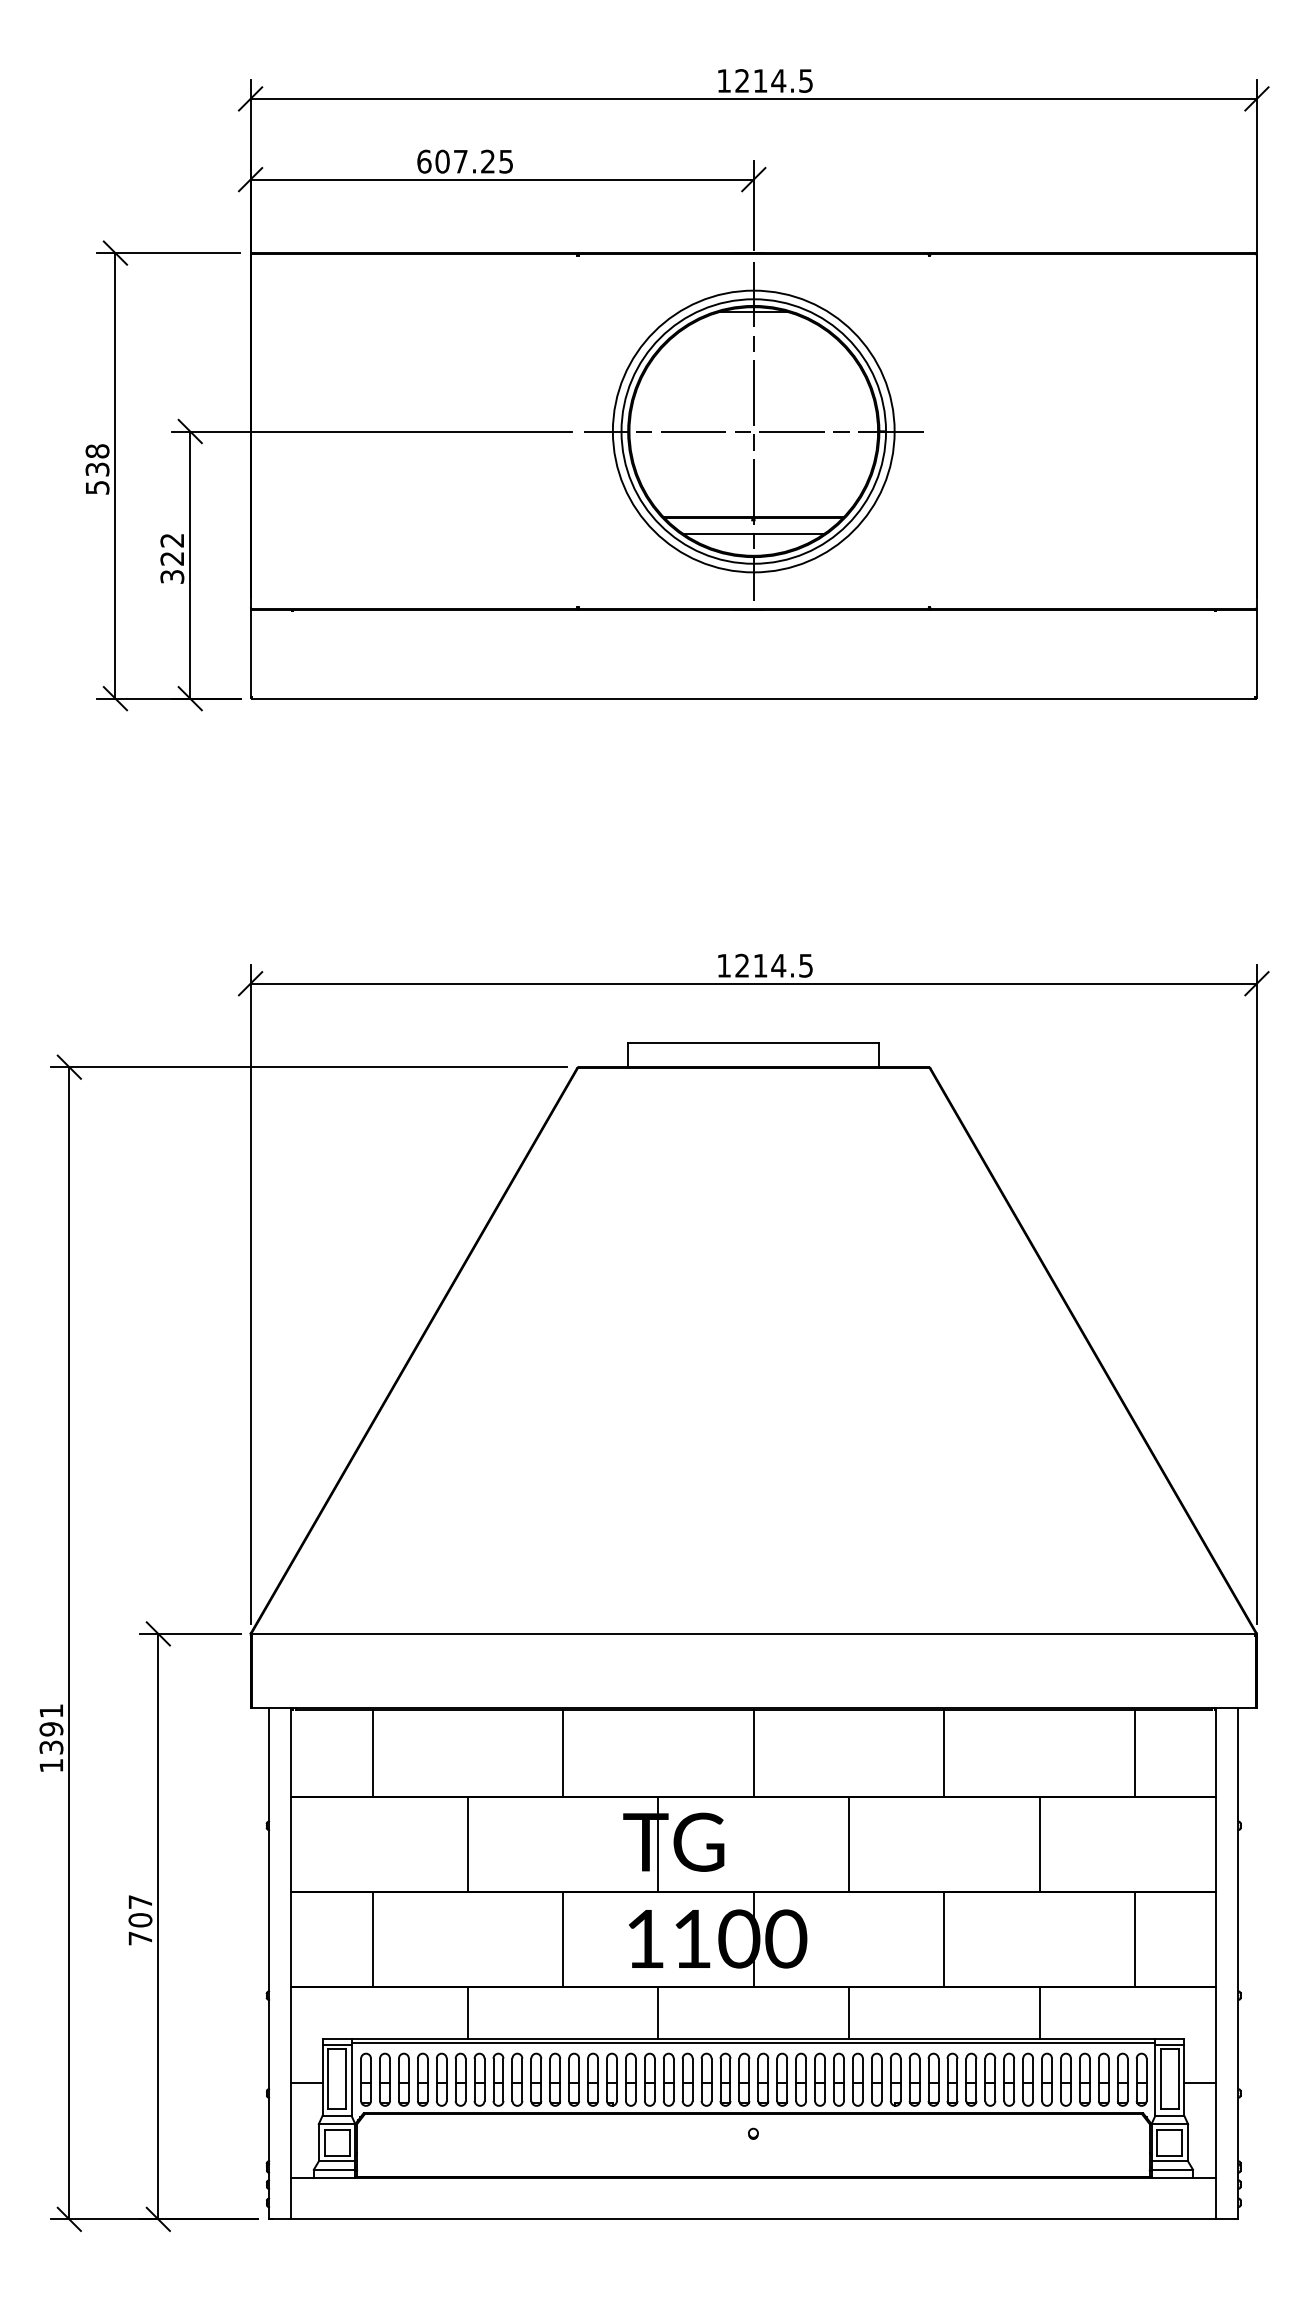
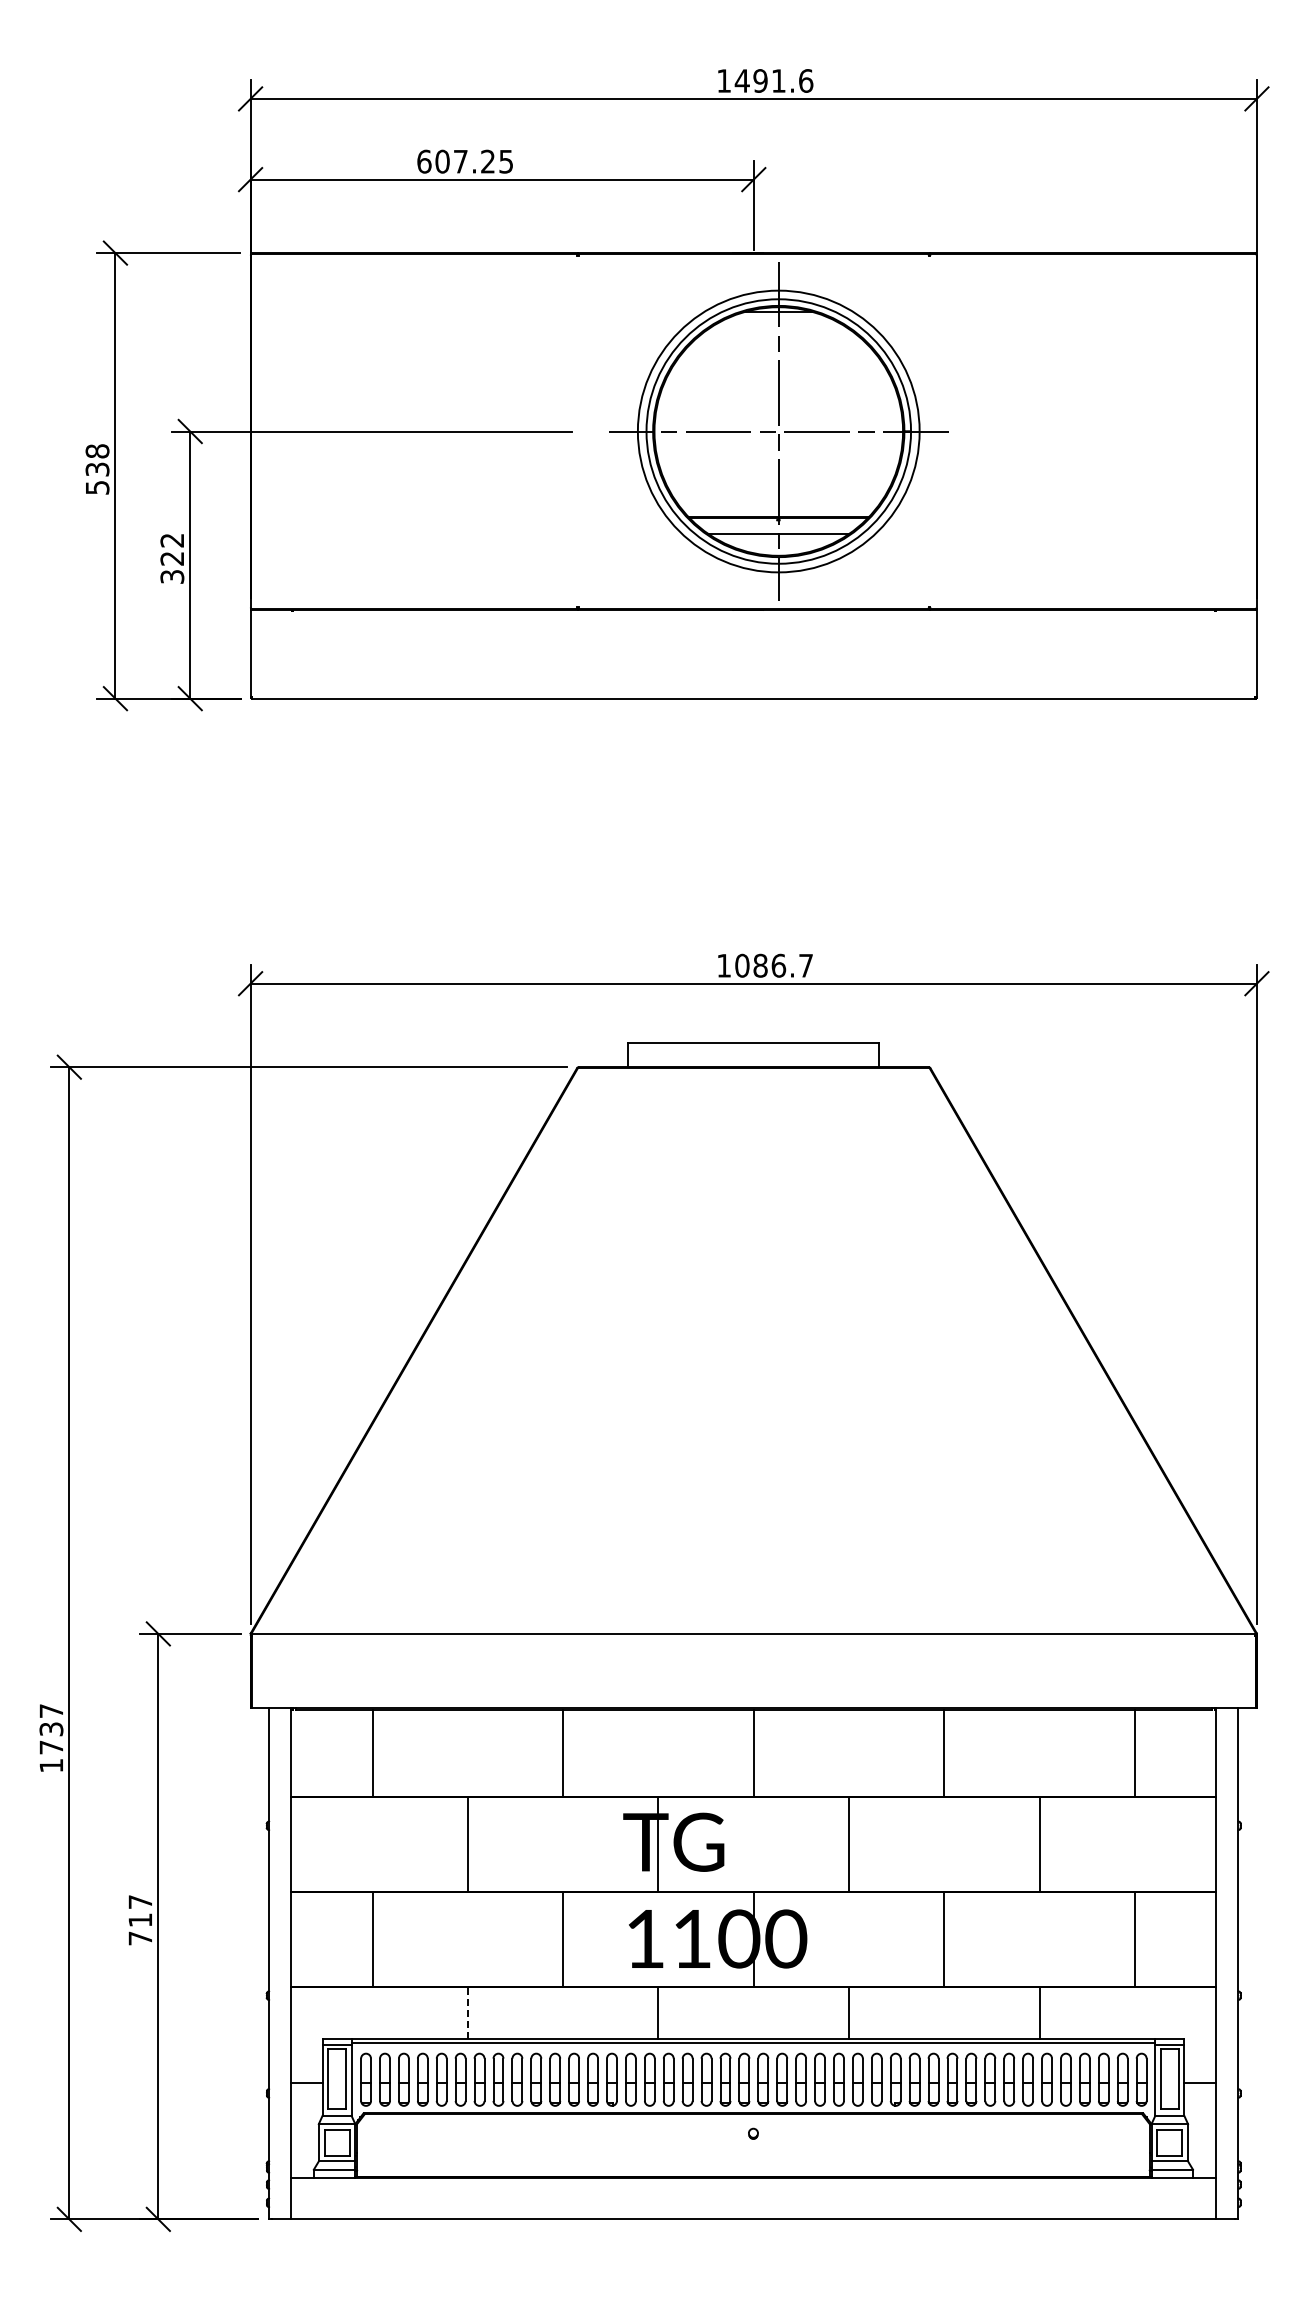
text at (773, 80): 1214.5 -> 1491.6
part at (753, 431) position: (753, 431) -> (778, 431)
text at (773, 965): 1214.5 -> 1086.7
text at (51, 1729): 1391 -> 1737
text at (140, 1920): 707 -> 717
line at (467, 2013): solid -> dashed
